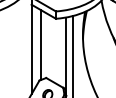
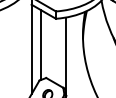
line at (73, 55): present -> none
